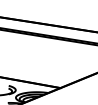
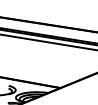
line at (48, 41): none -> present
